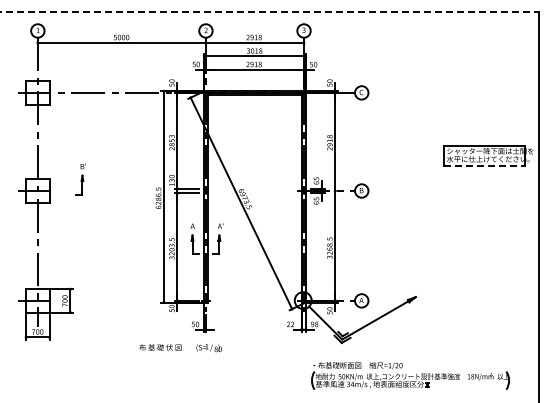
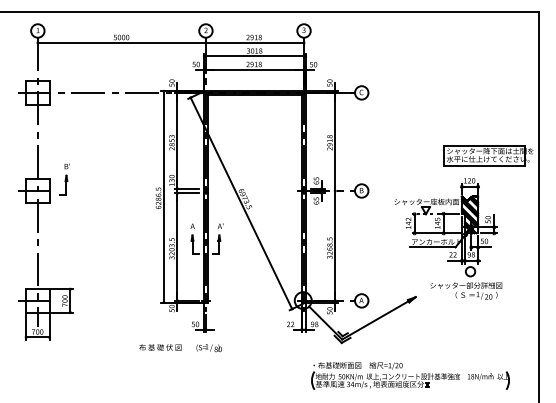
line at (270, 11): dashed -> solid
line at (484, 166): dashed -> solid
part at (80, 179) position: (80, 179) -> (64, 179)
part at (448, 238): none -> present
